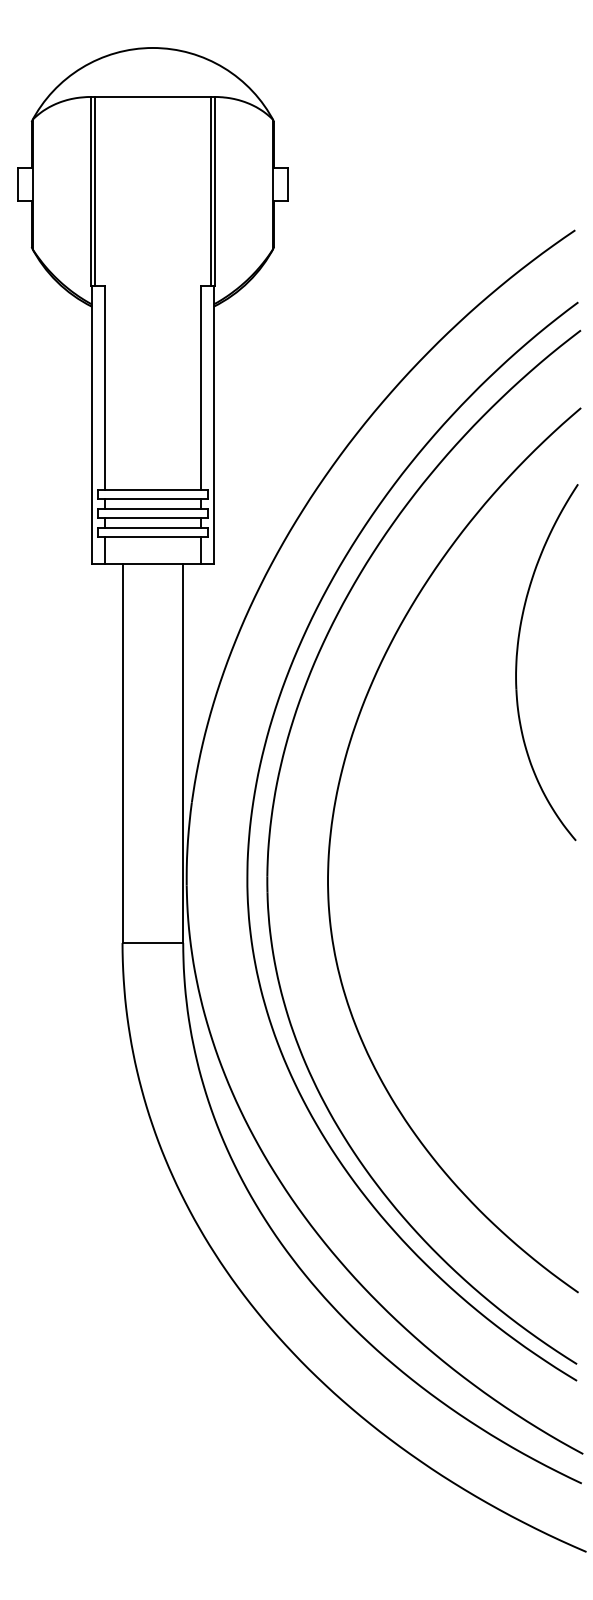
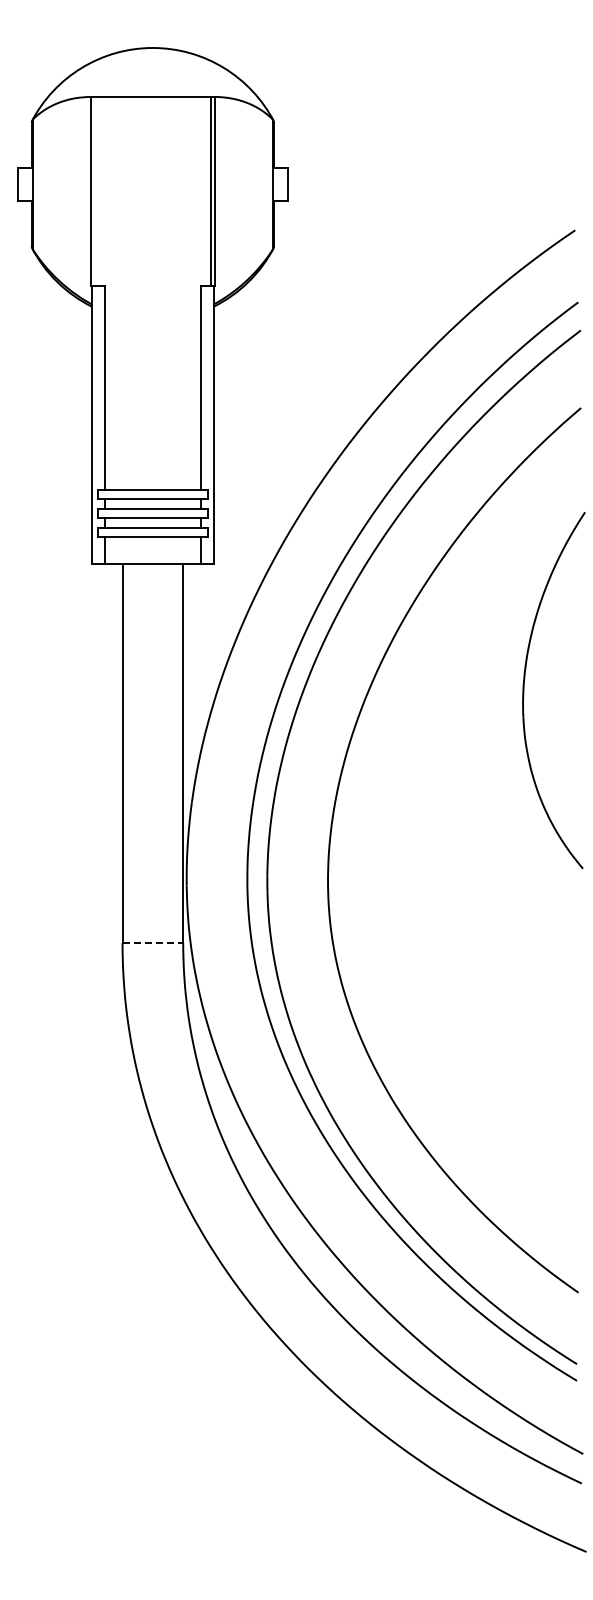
line at (95, 191): present -> none
part at (517, 662) position: (517, 662) -> (524, 690)
line at (153, 943): solid -> dashed
